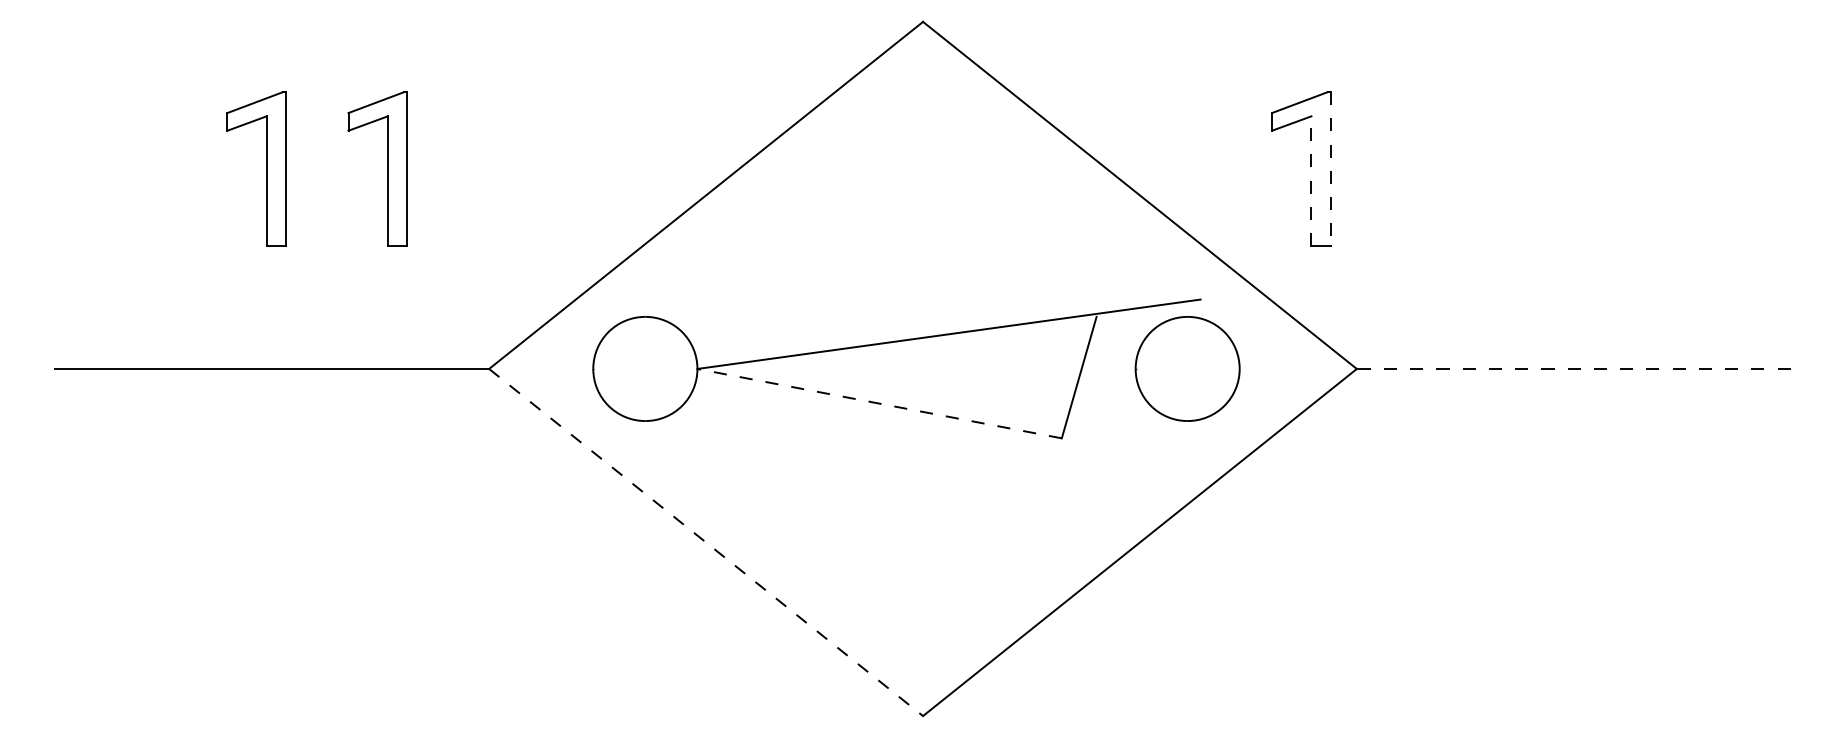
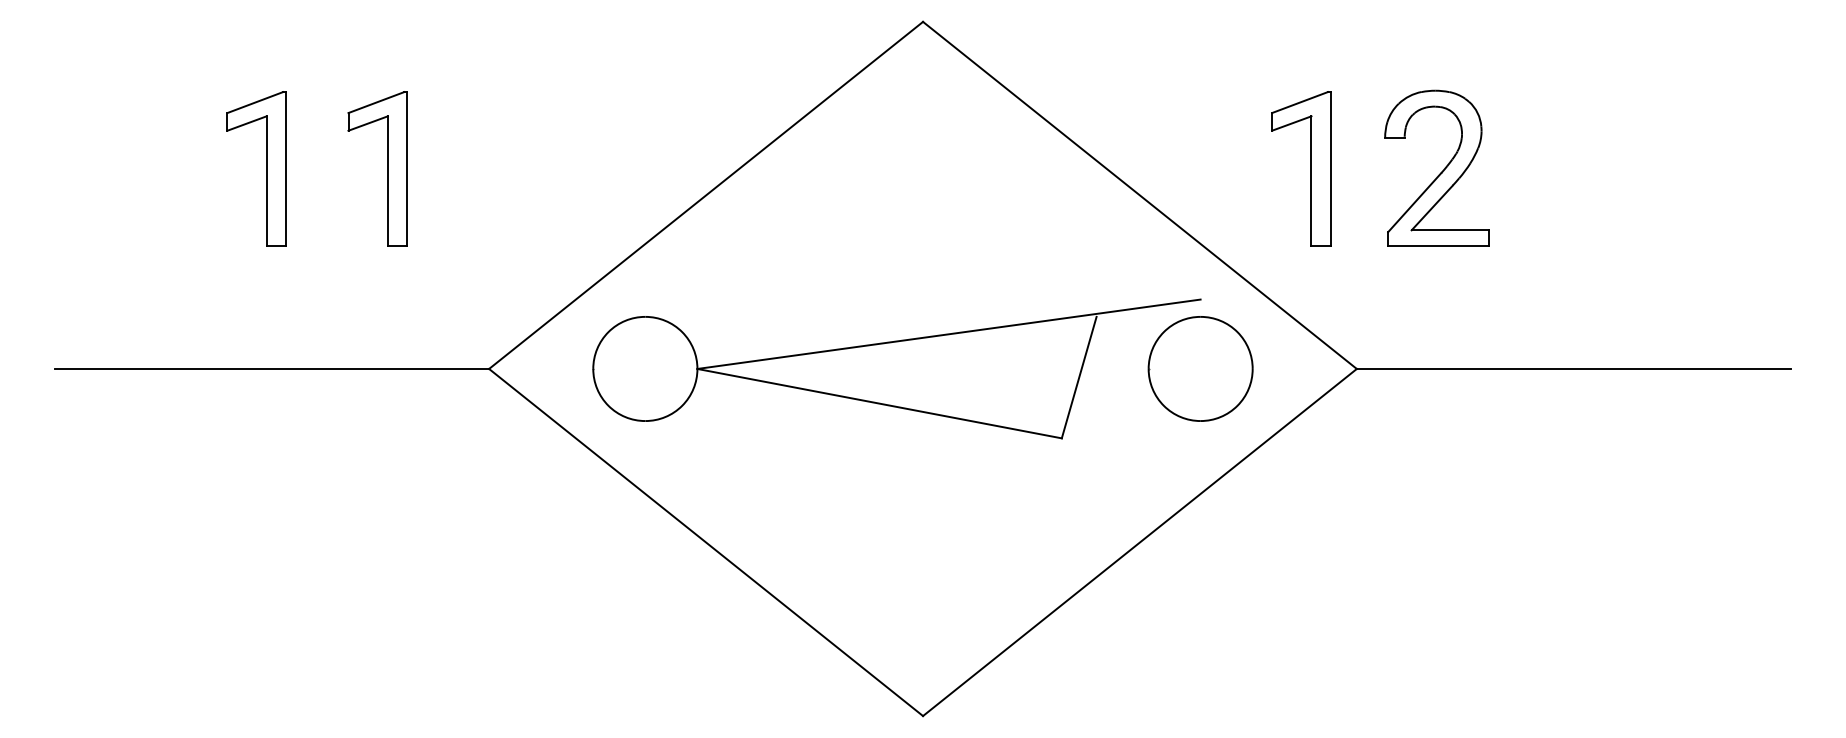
line at (1330, 169): dashed -> solid
part at (1441, 171): none -> present
line at (1311, 181): dashed -> solid
part at (1187, 368) position: (1187, 368) -> (1200, 368)
line at (1573, 368): dashed -> solid
line at (879, 403): dashed -> solid
line at (706, 542): dashed -> solid
